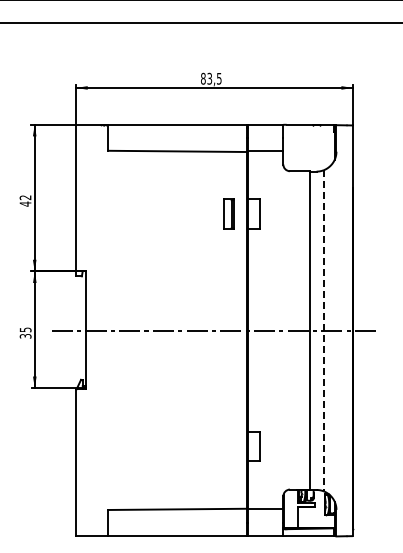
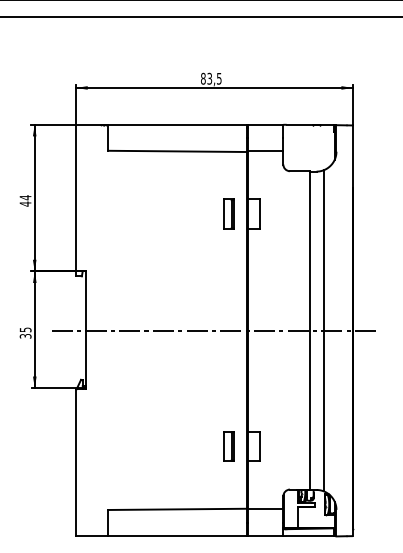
line at (200, 22) position: (200, 22) -> (200, 16)
text at (25, 197): 42 -> 44
line at (324, 330): dashed -> solid
part at (228, 446): none -> present
